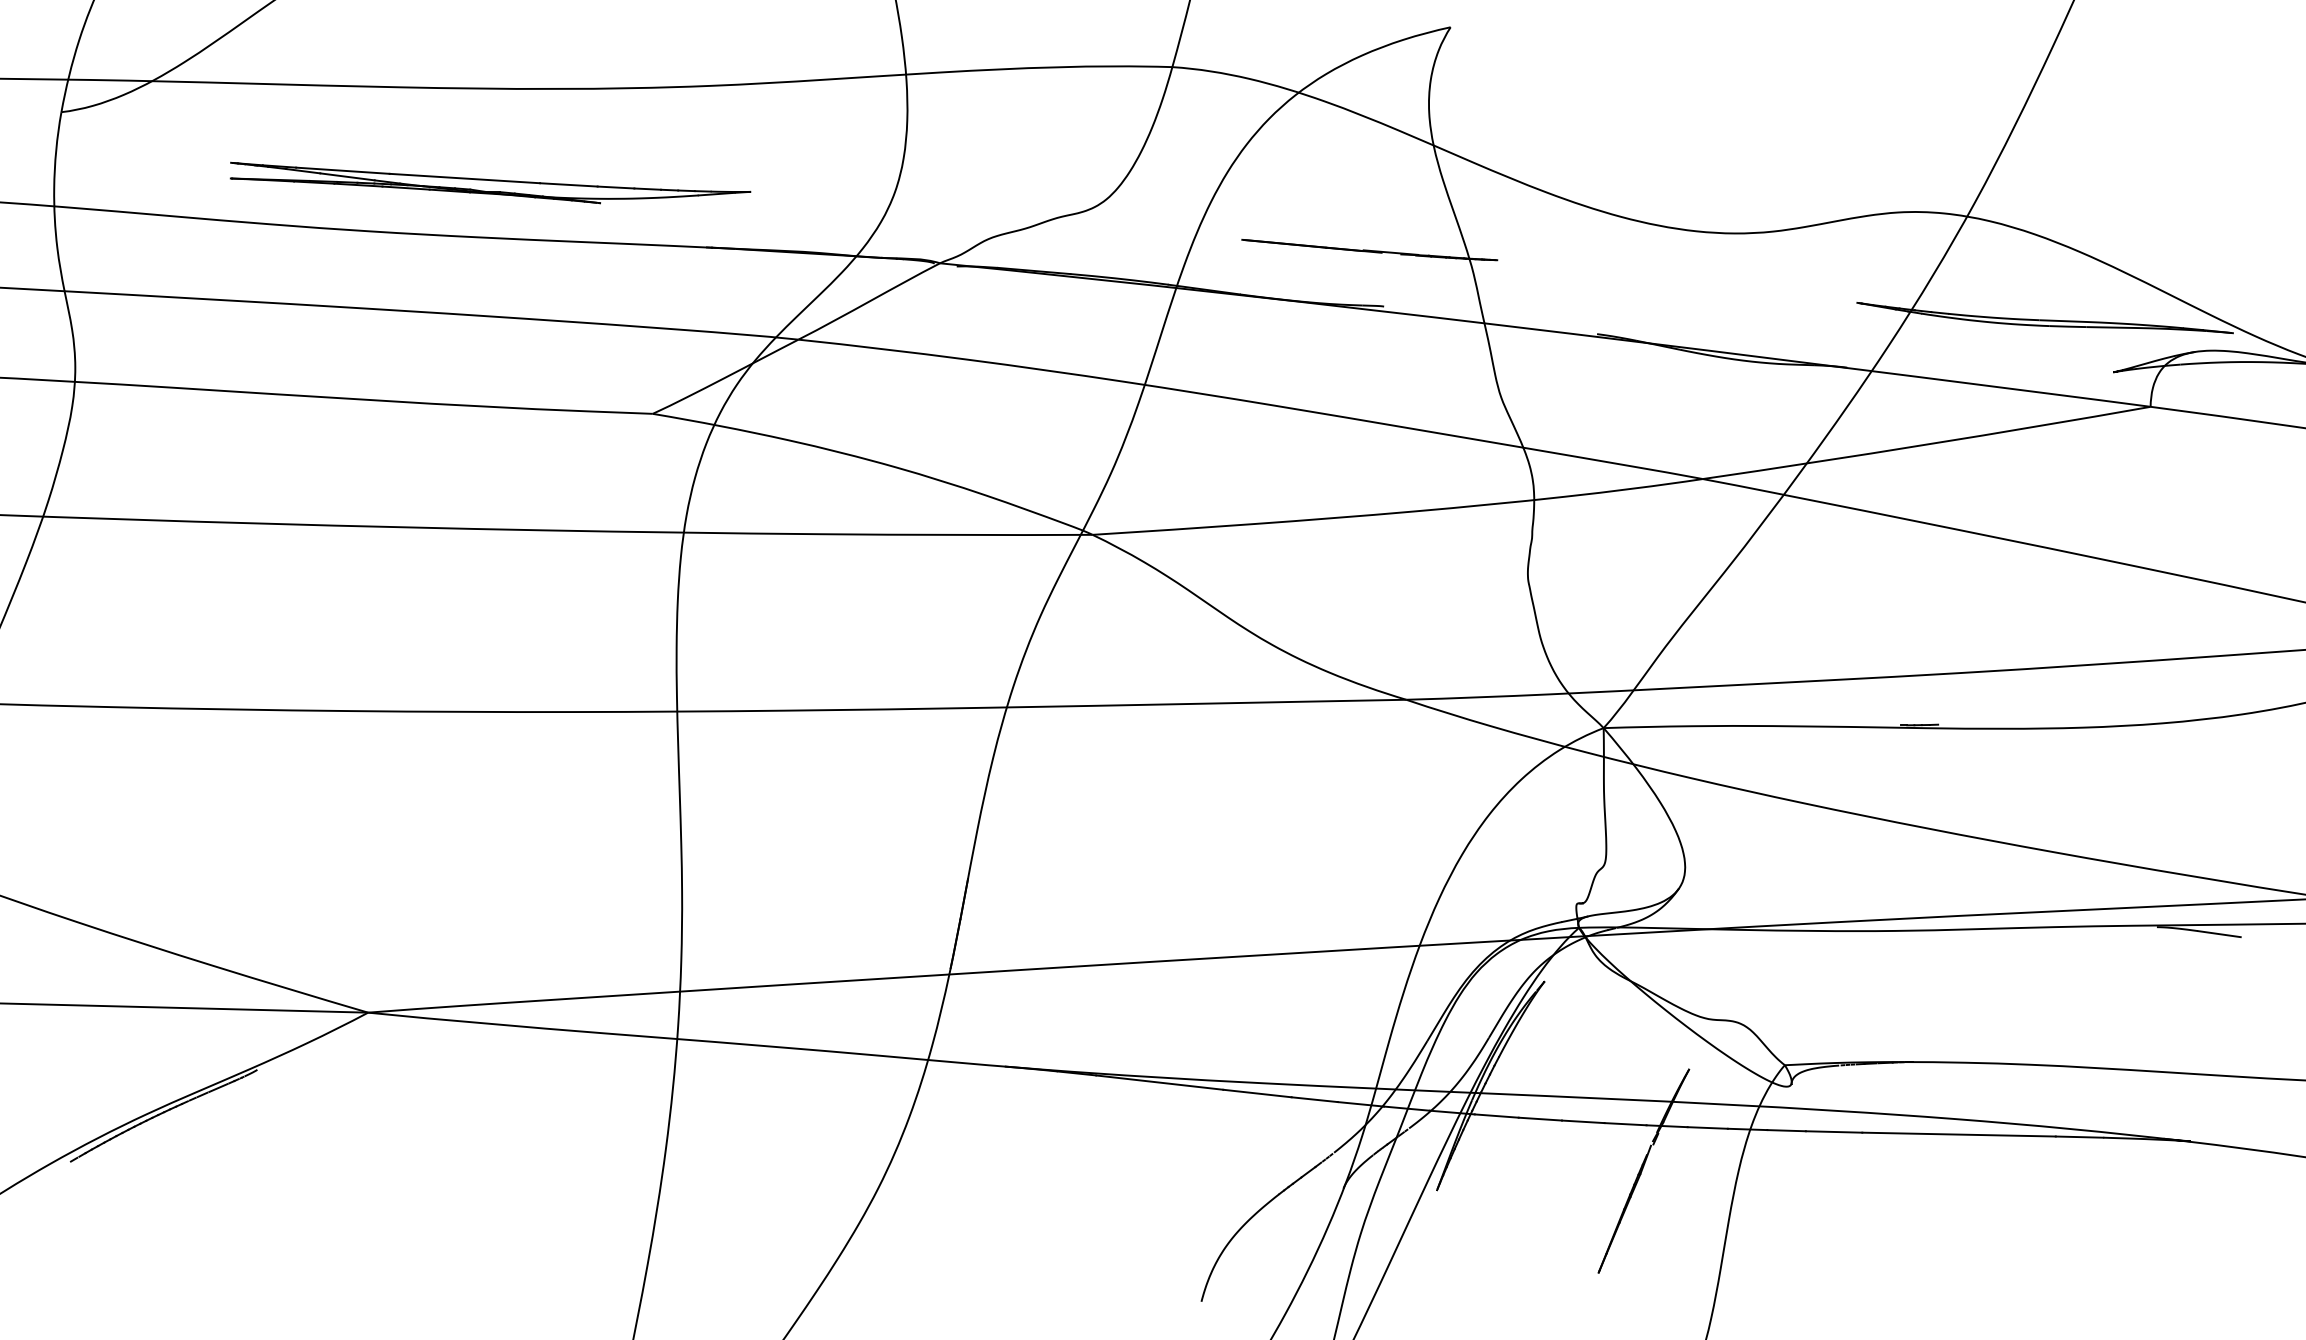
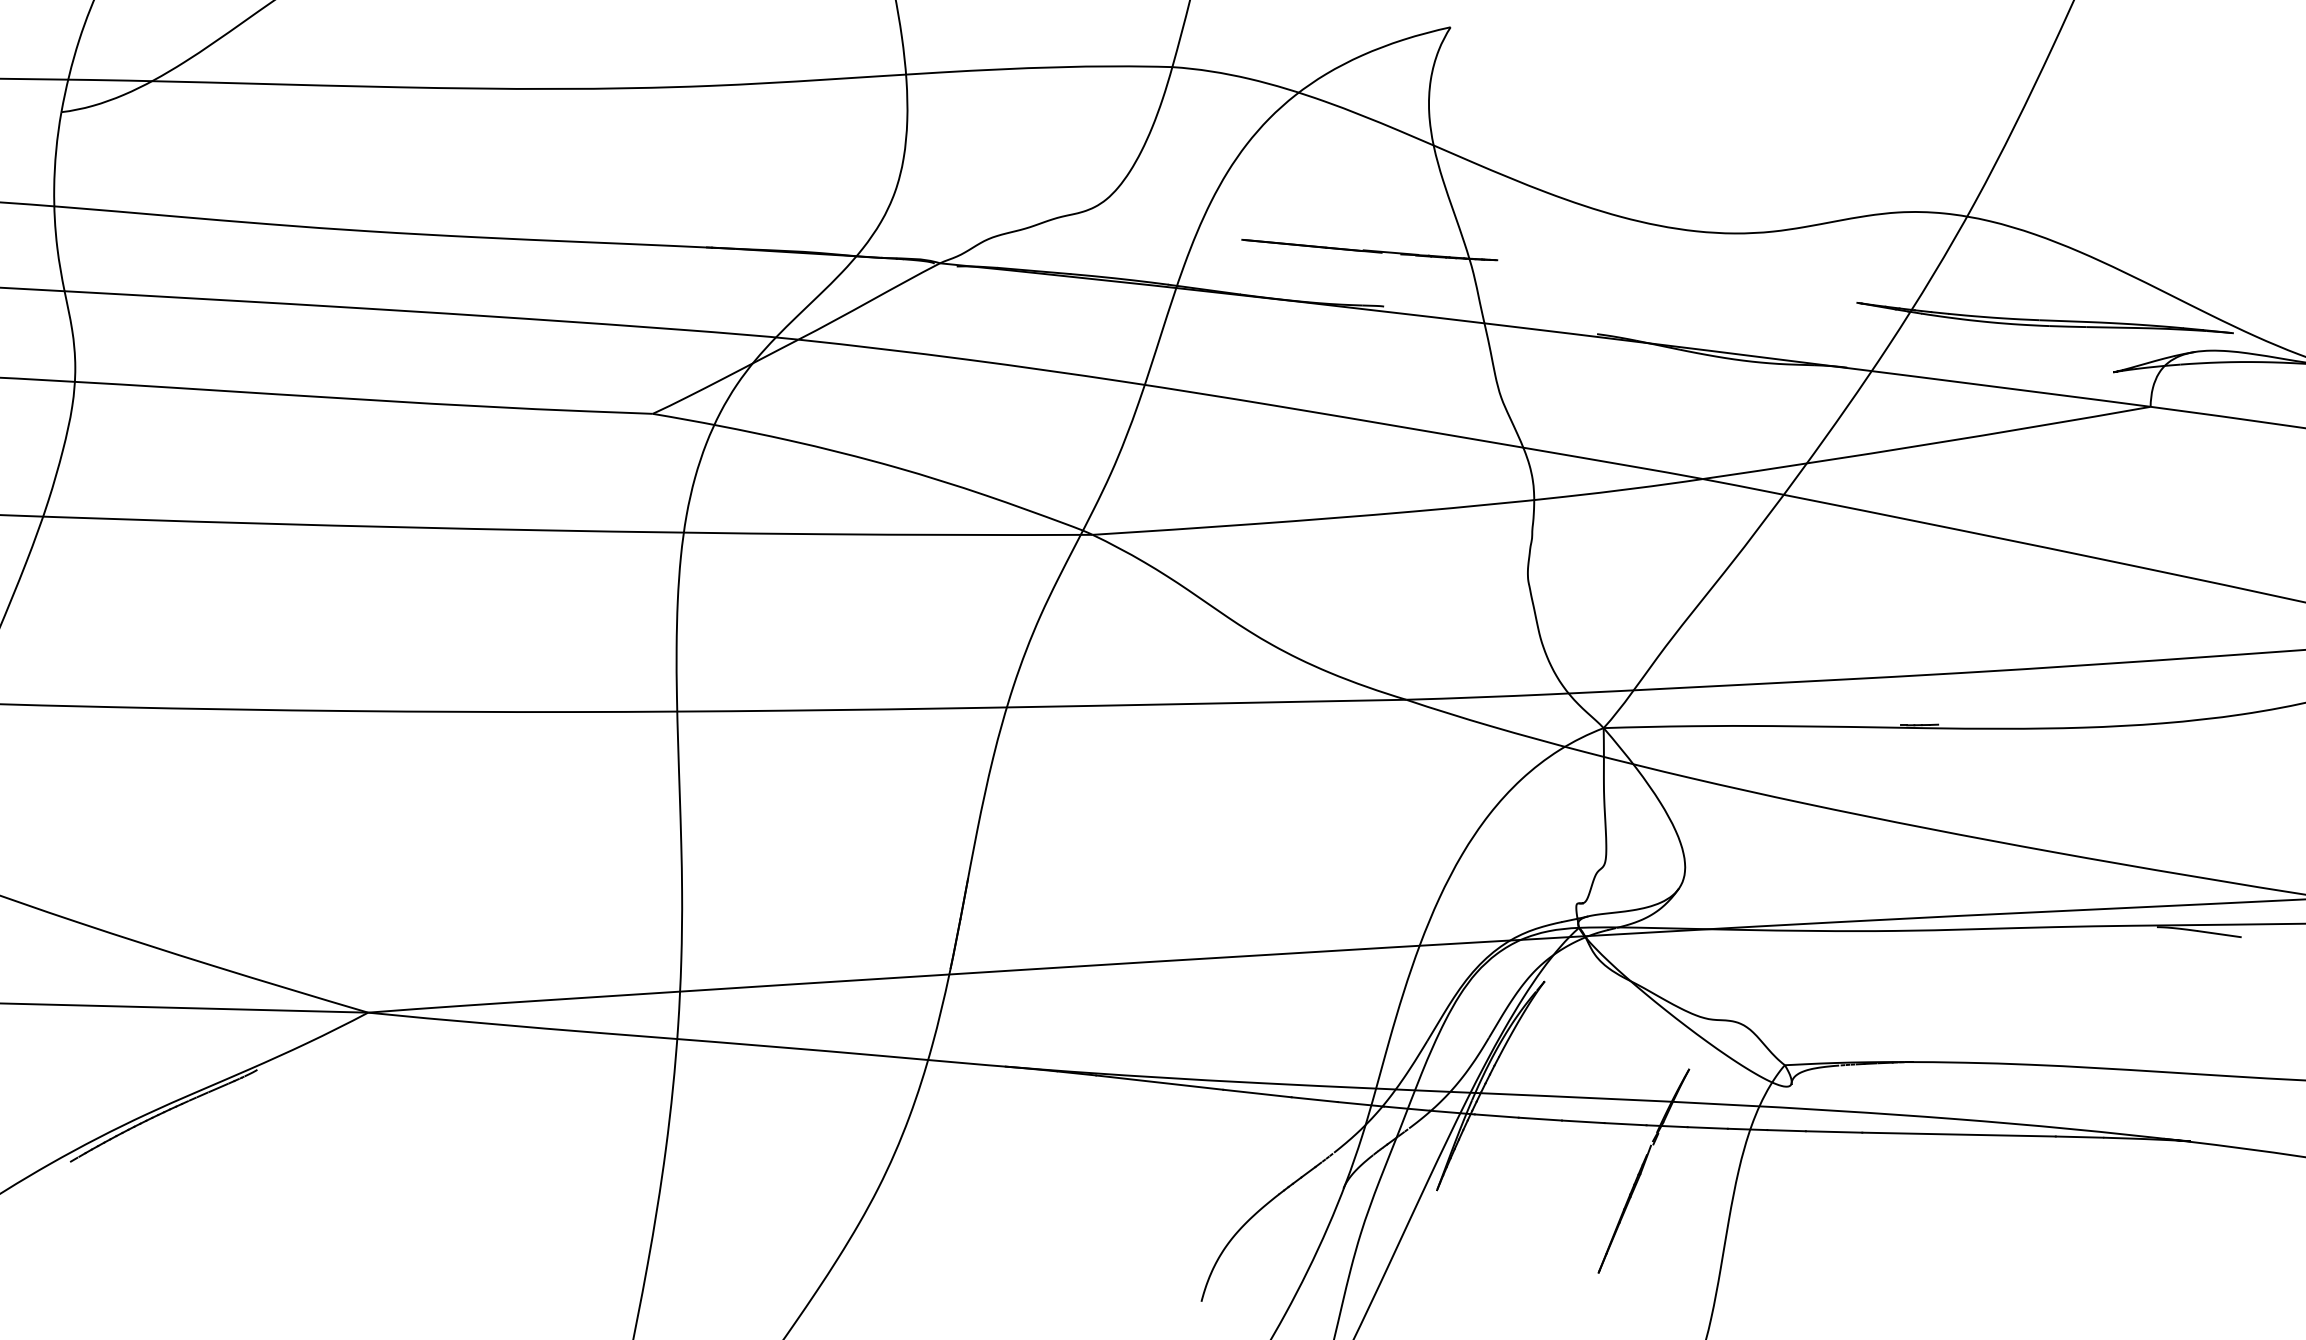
part at (490, 182): present -> none
